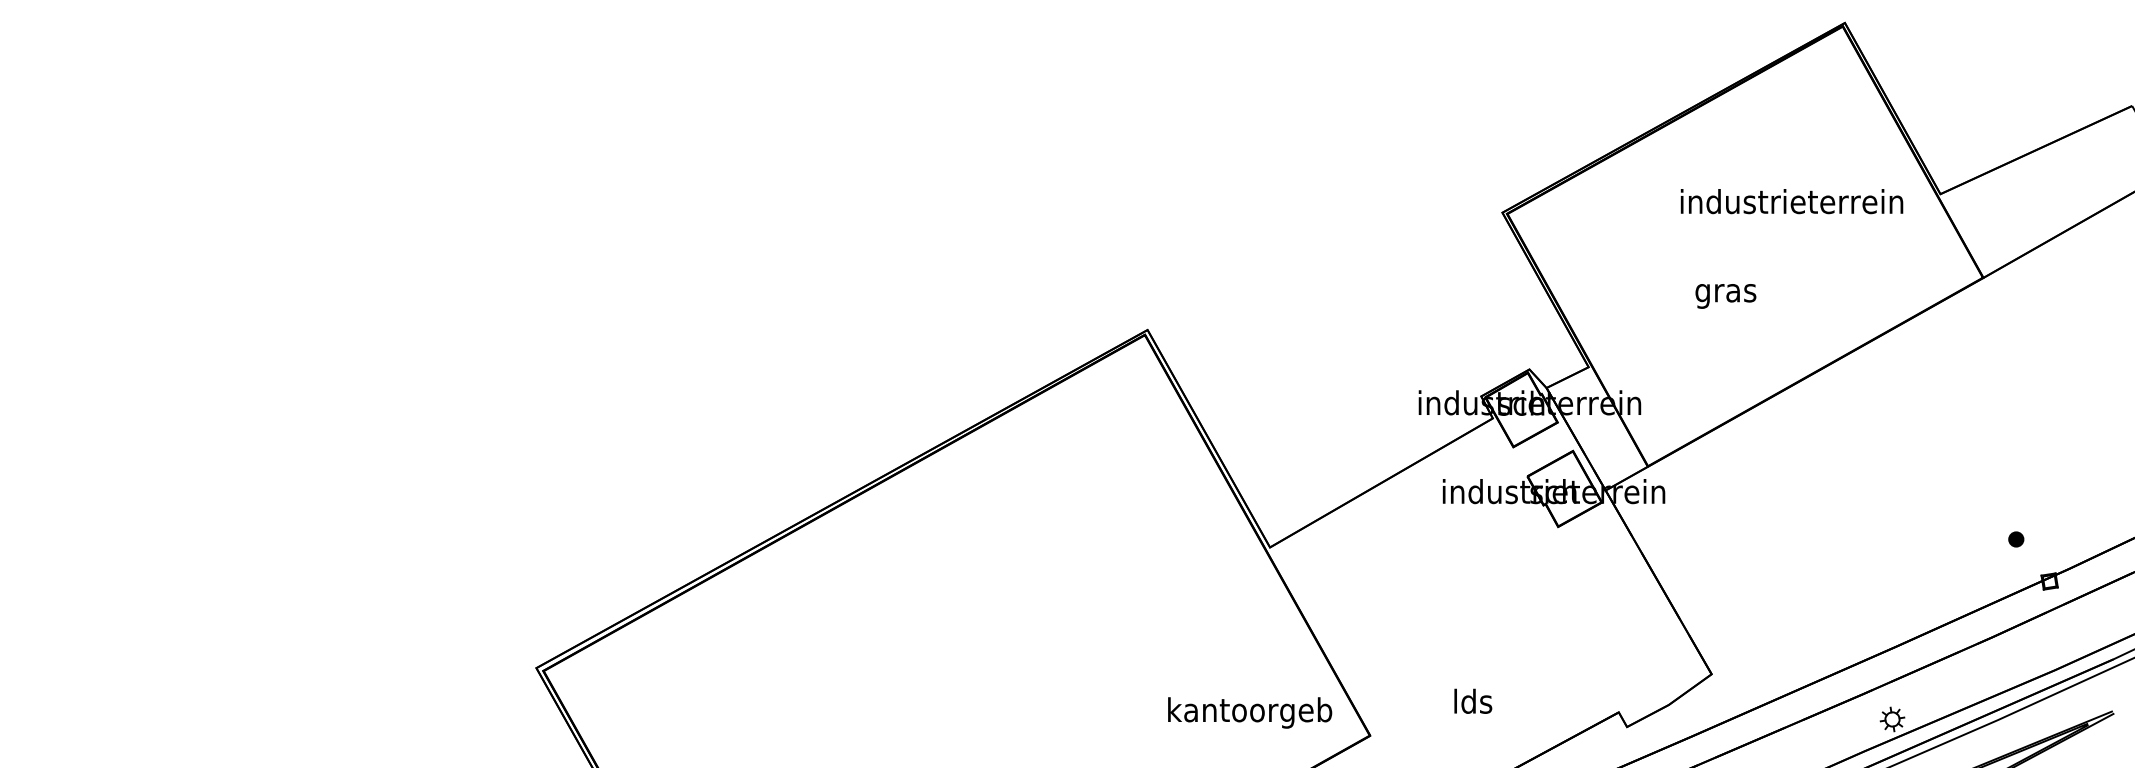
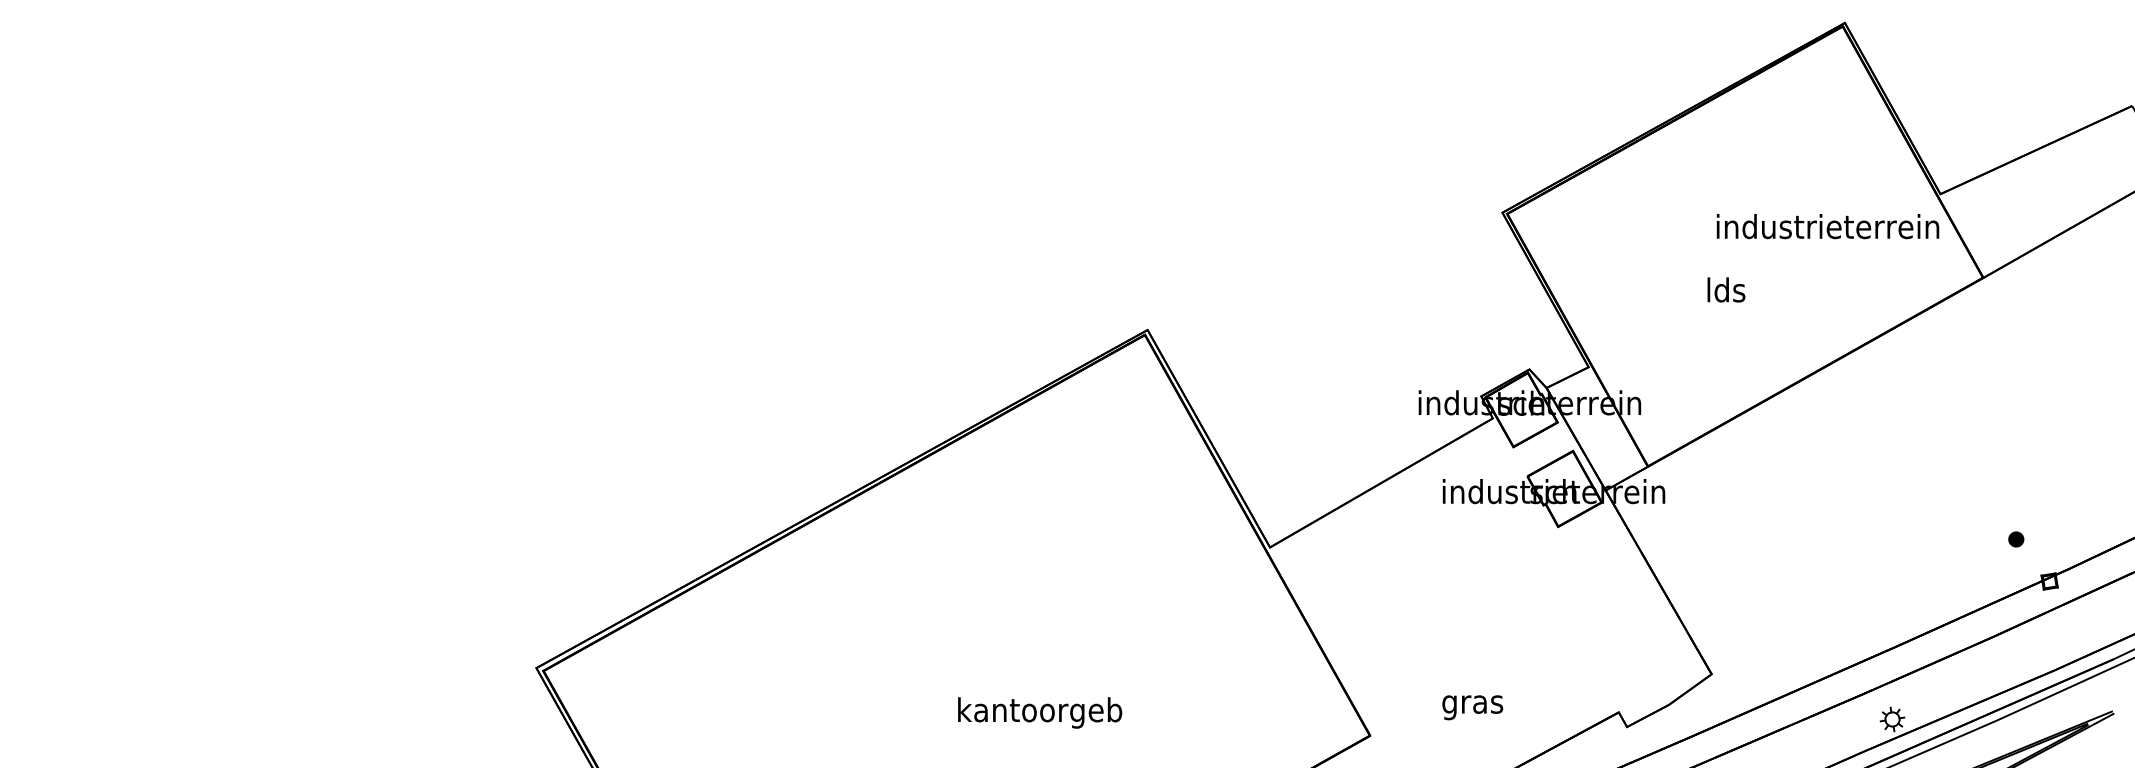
text at (1791, 201) position: (1791, 201) -> (1827, 226)
text at (1725, 292): gras -> lds
text at (1472, 704): lds -> gras
text at (1250, 712) position: (1250, 712) -> (1040, 712)
